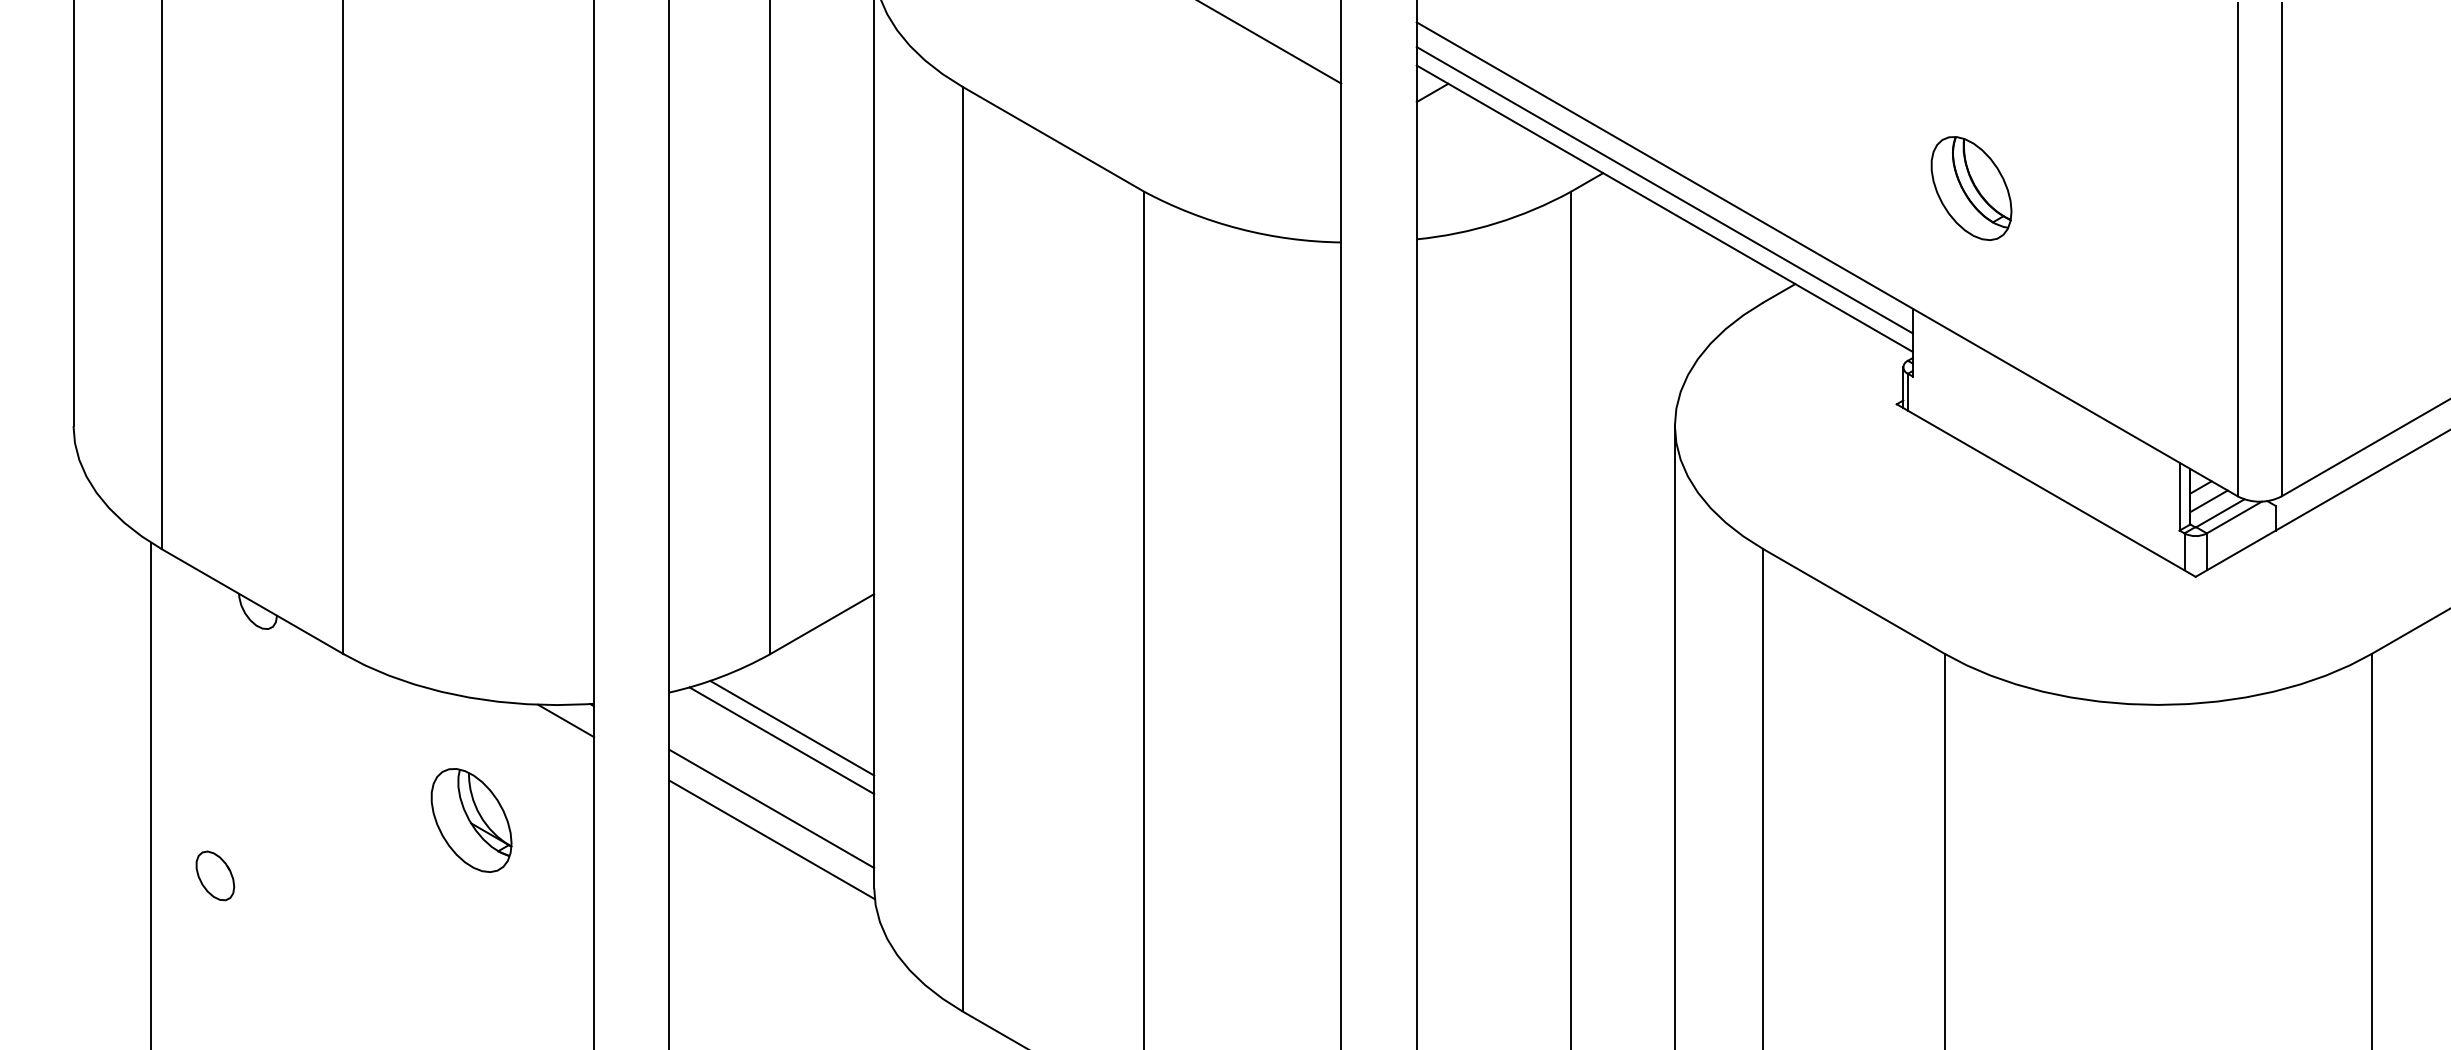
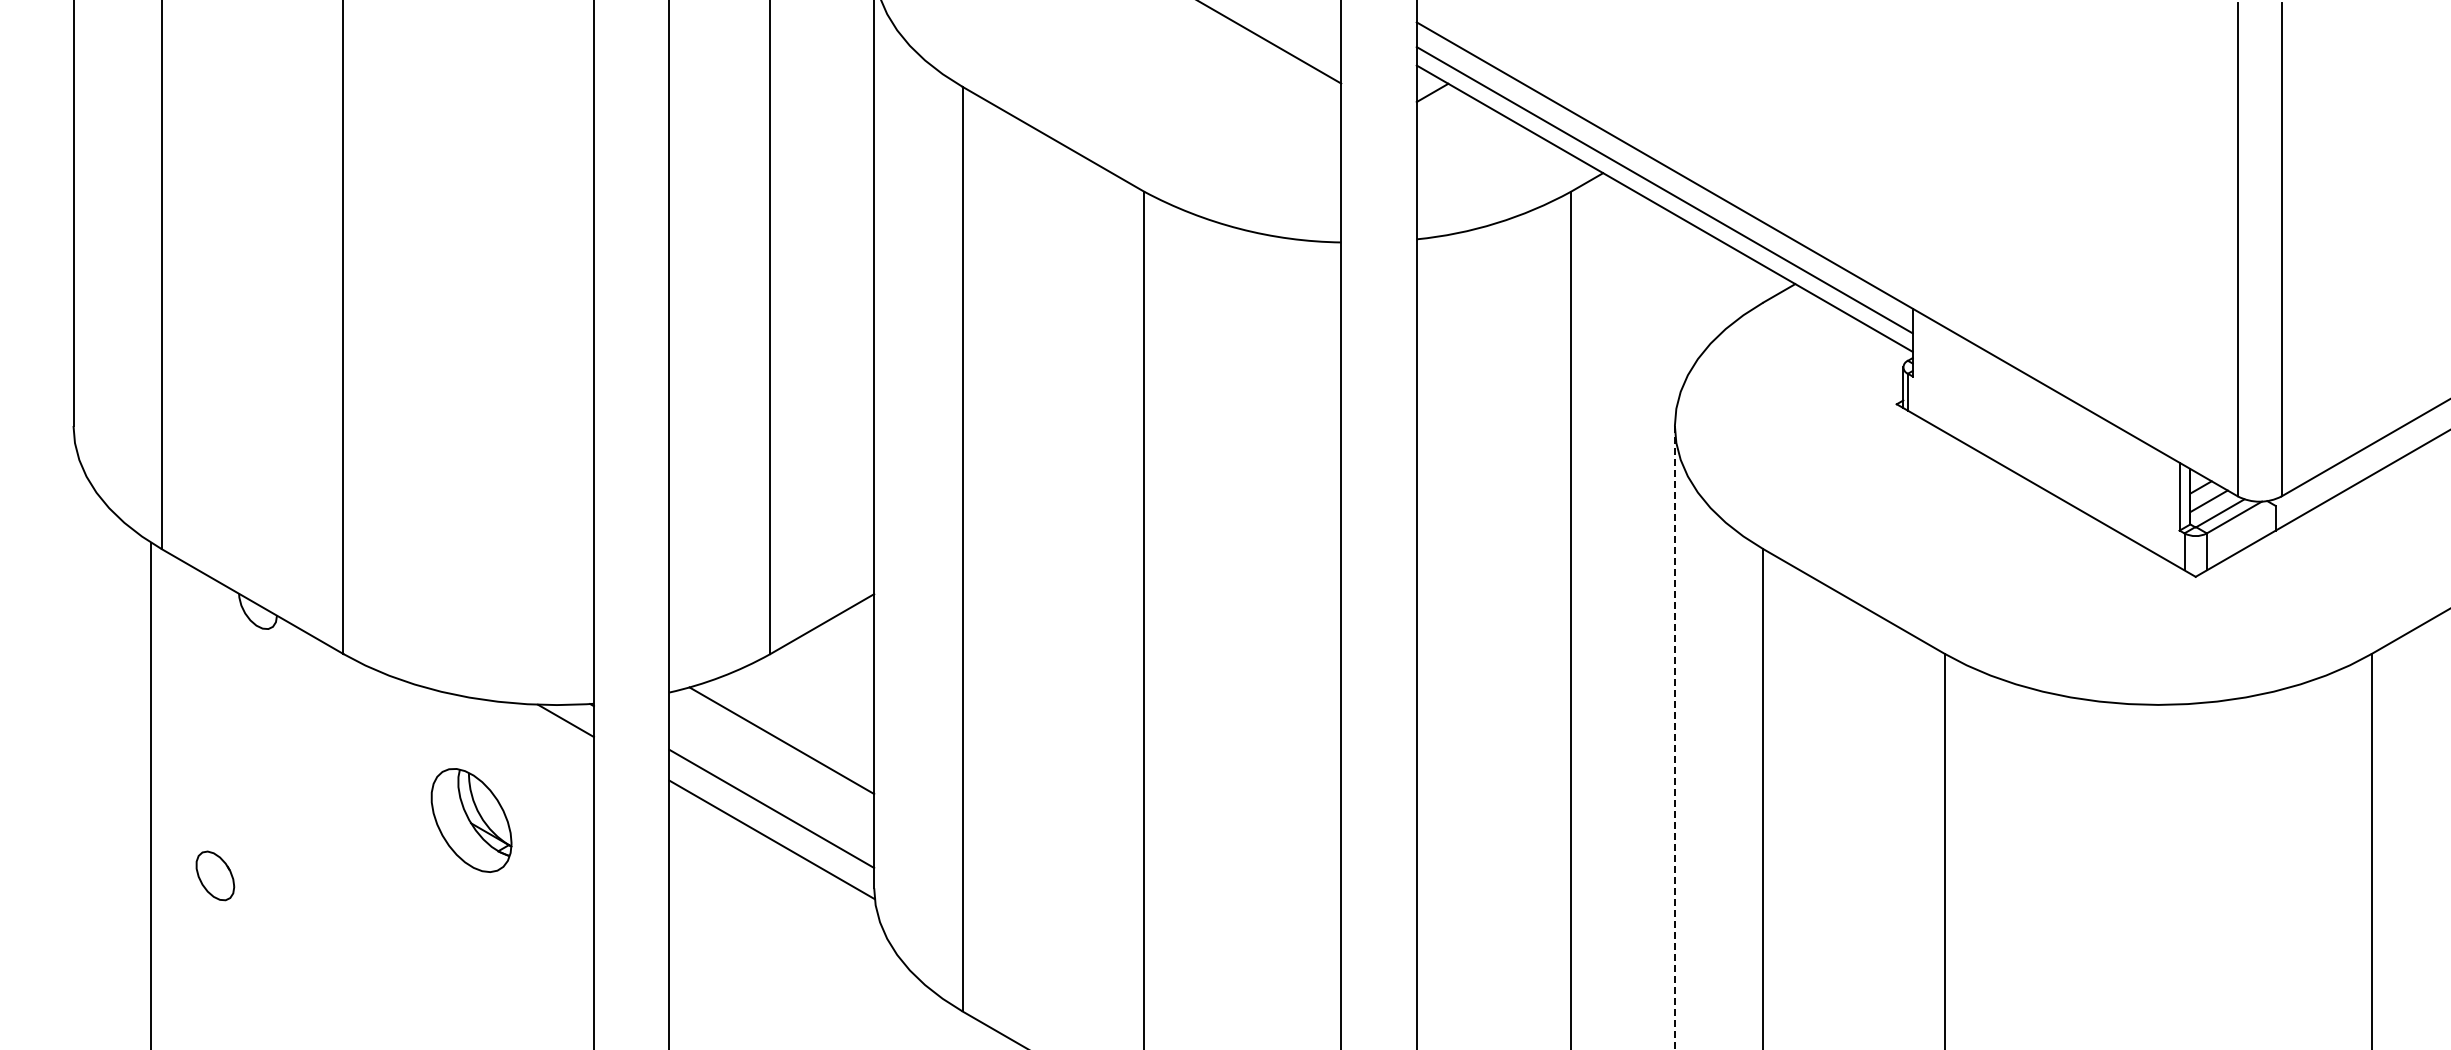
part at (1971, 188): present -> none
line at (792, 727): present -> none
line at (1674, 737): solid -> dashed
